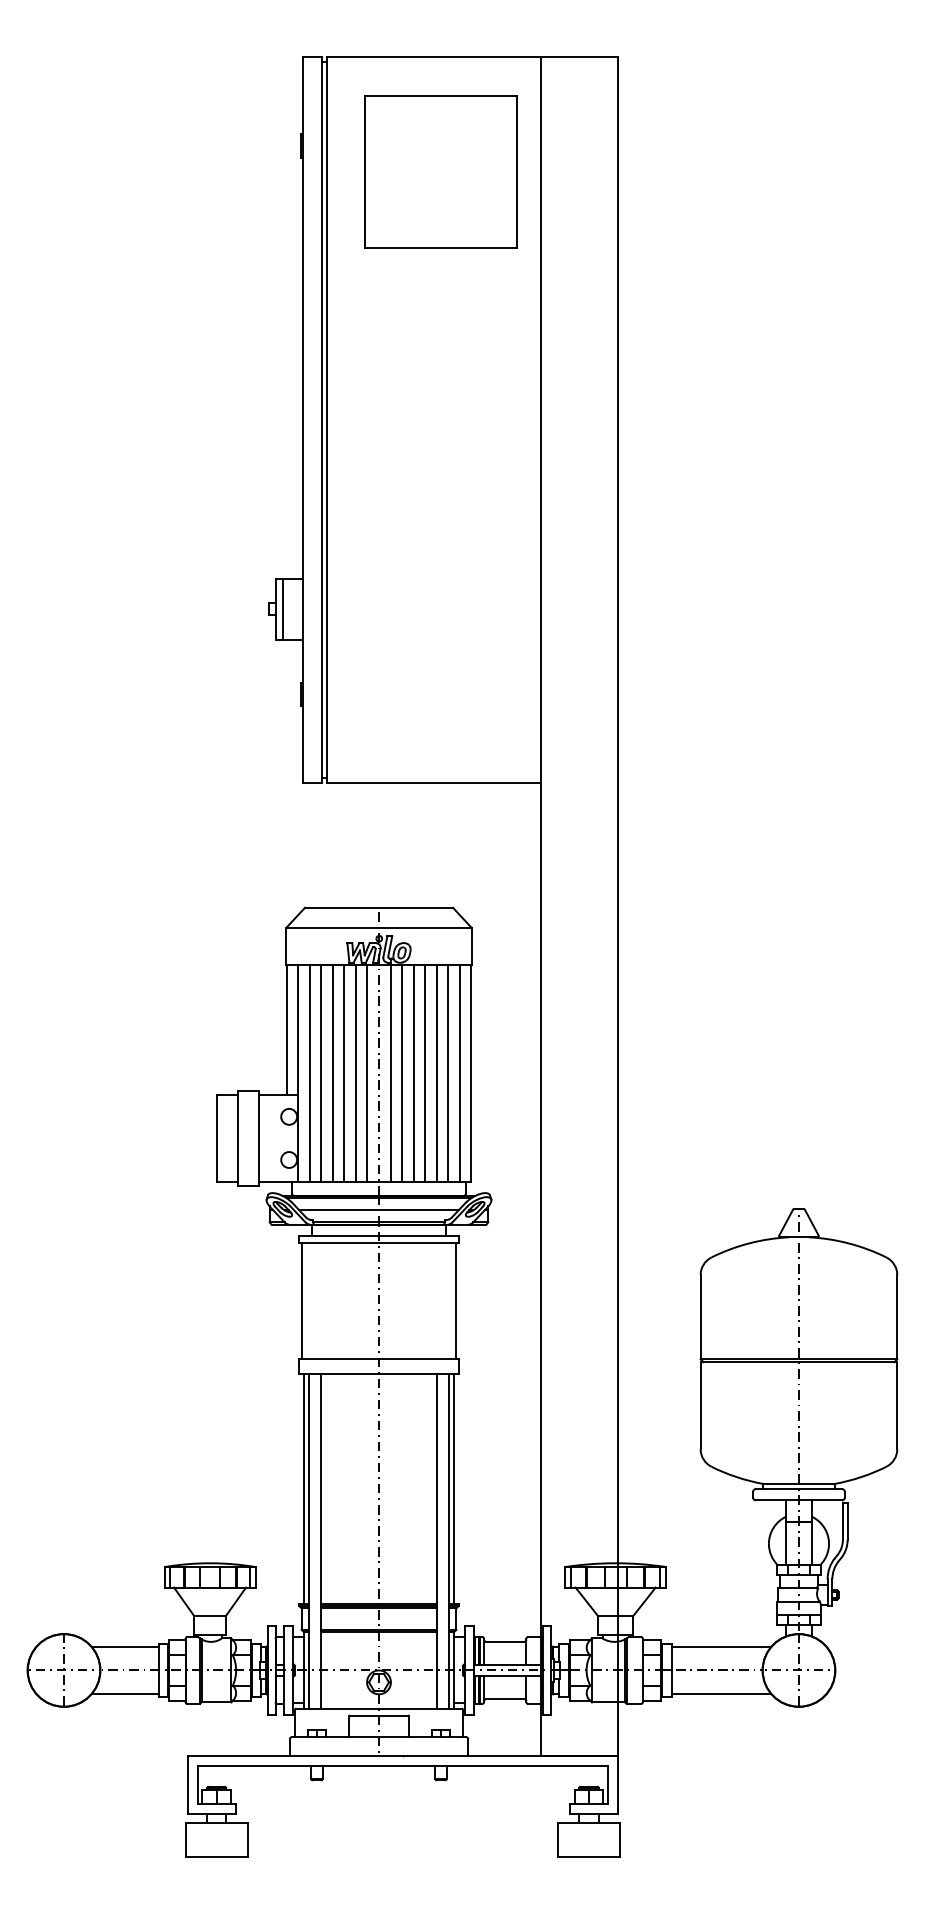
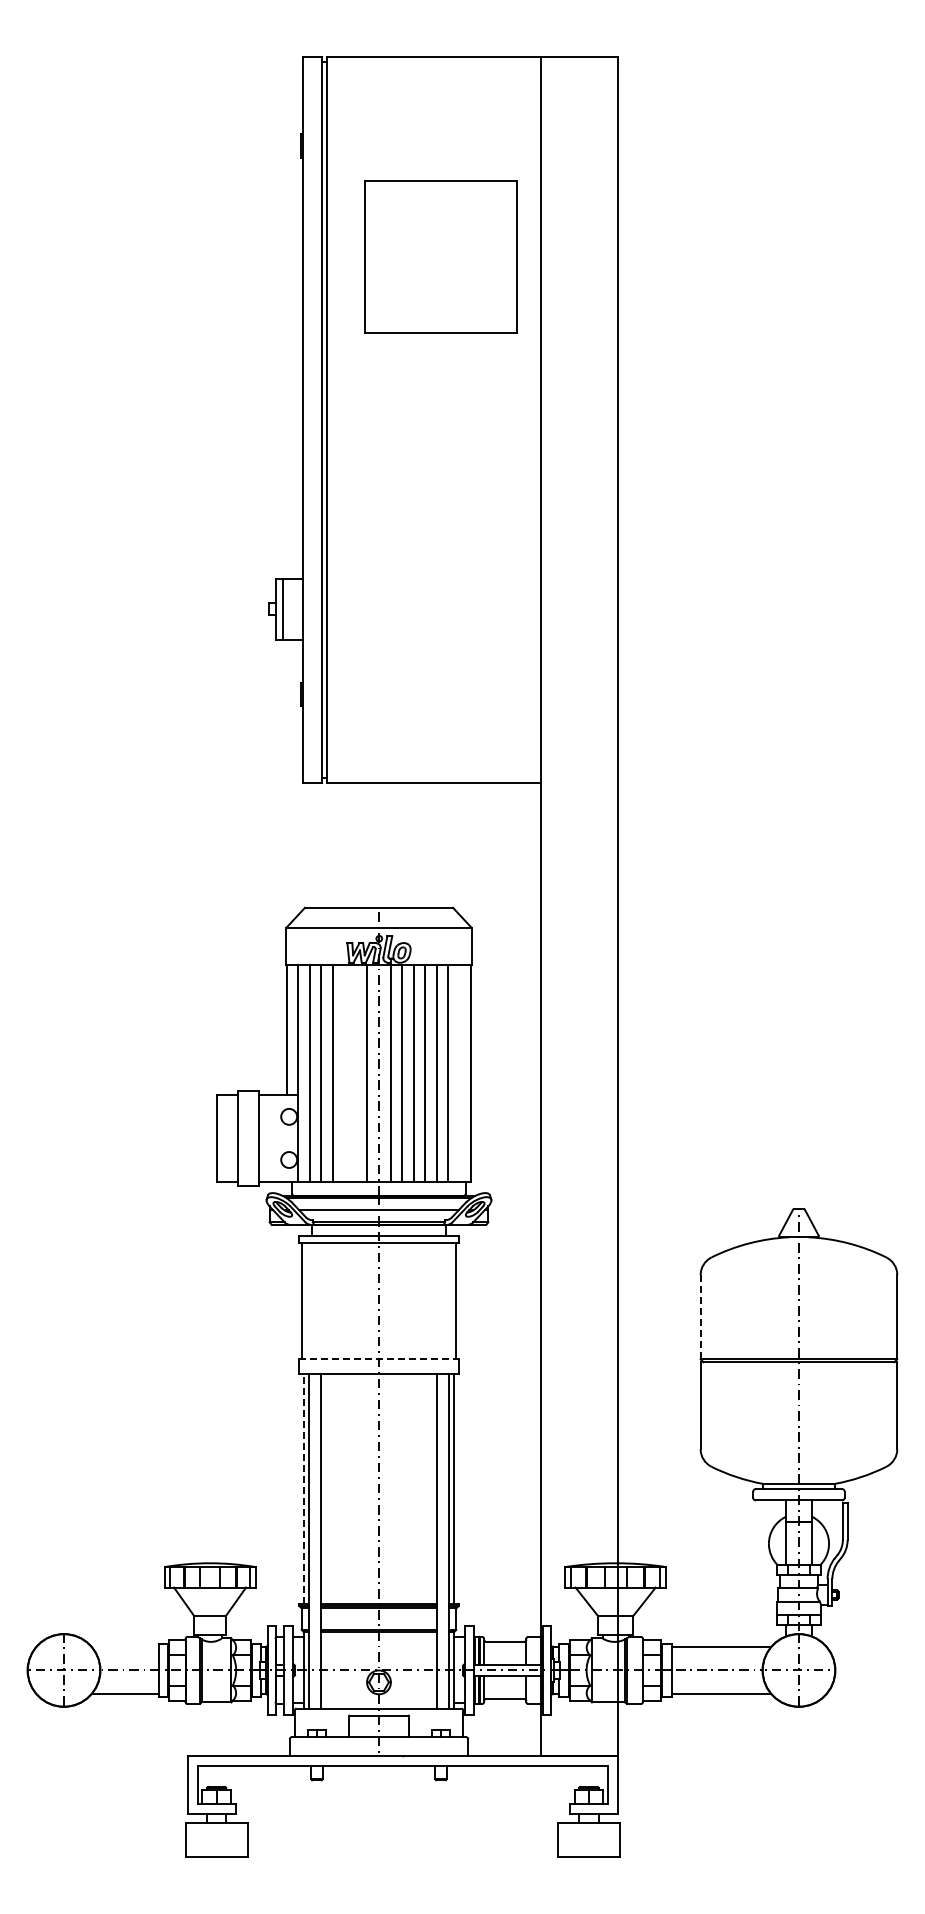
part at (440, 171) position: (440, 171) -> (440, 256)
line at (344, 1073): present -> none
line at (356, 1073): present -> none
line at (459, 1073): present -> none
line at (700, 1316): solid -> dashed
line at (379, 1359): solid -> dashed
line at (304, 1488): solid -> dashed
line at (125, 1647): present -> none
